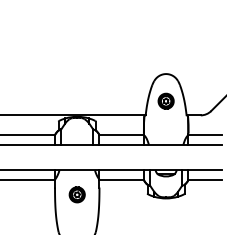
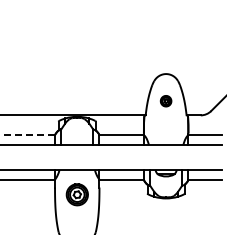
part at (165, 100) size: 18x18 px -> 14x13 px
line at (27, 135): solid -> dashed
part at (76, 194) size: 18x18 px -> 24x24 px
